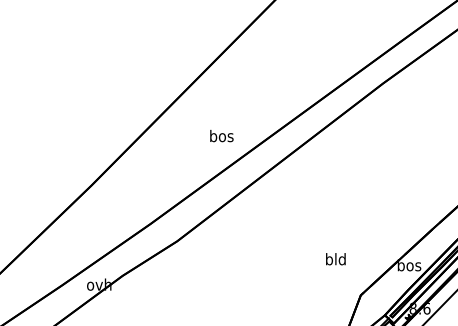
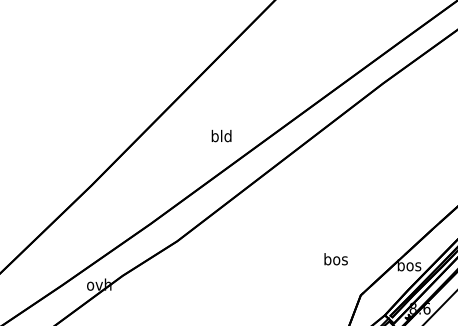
text at (221, 135): bos -> bld
text at (335, 259): bld -> bos
